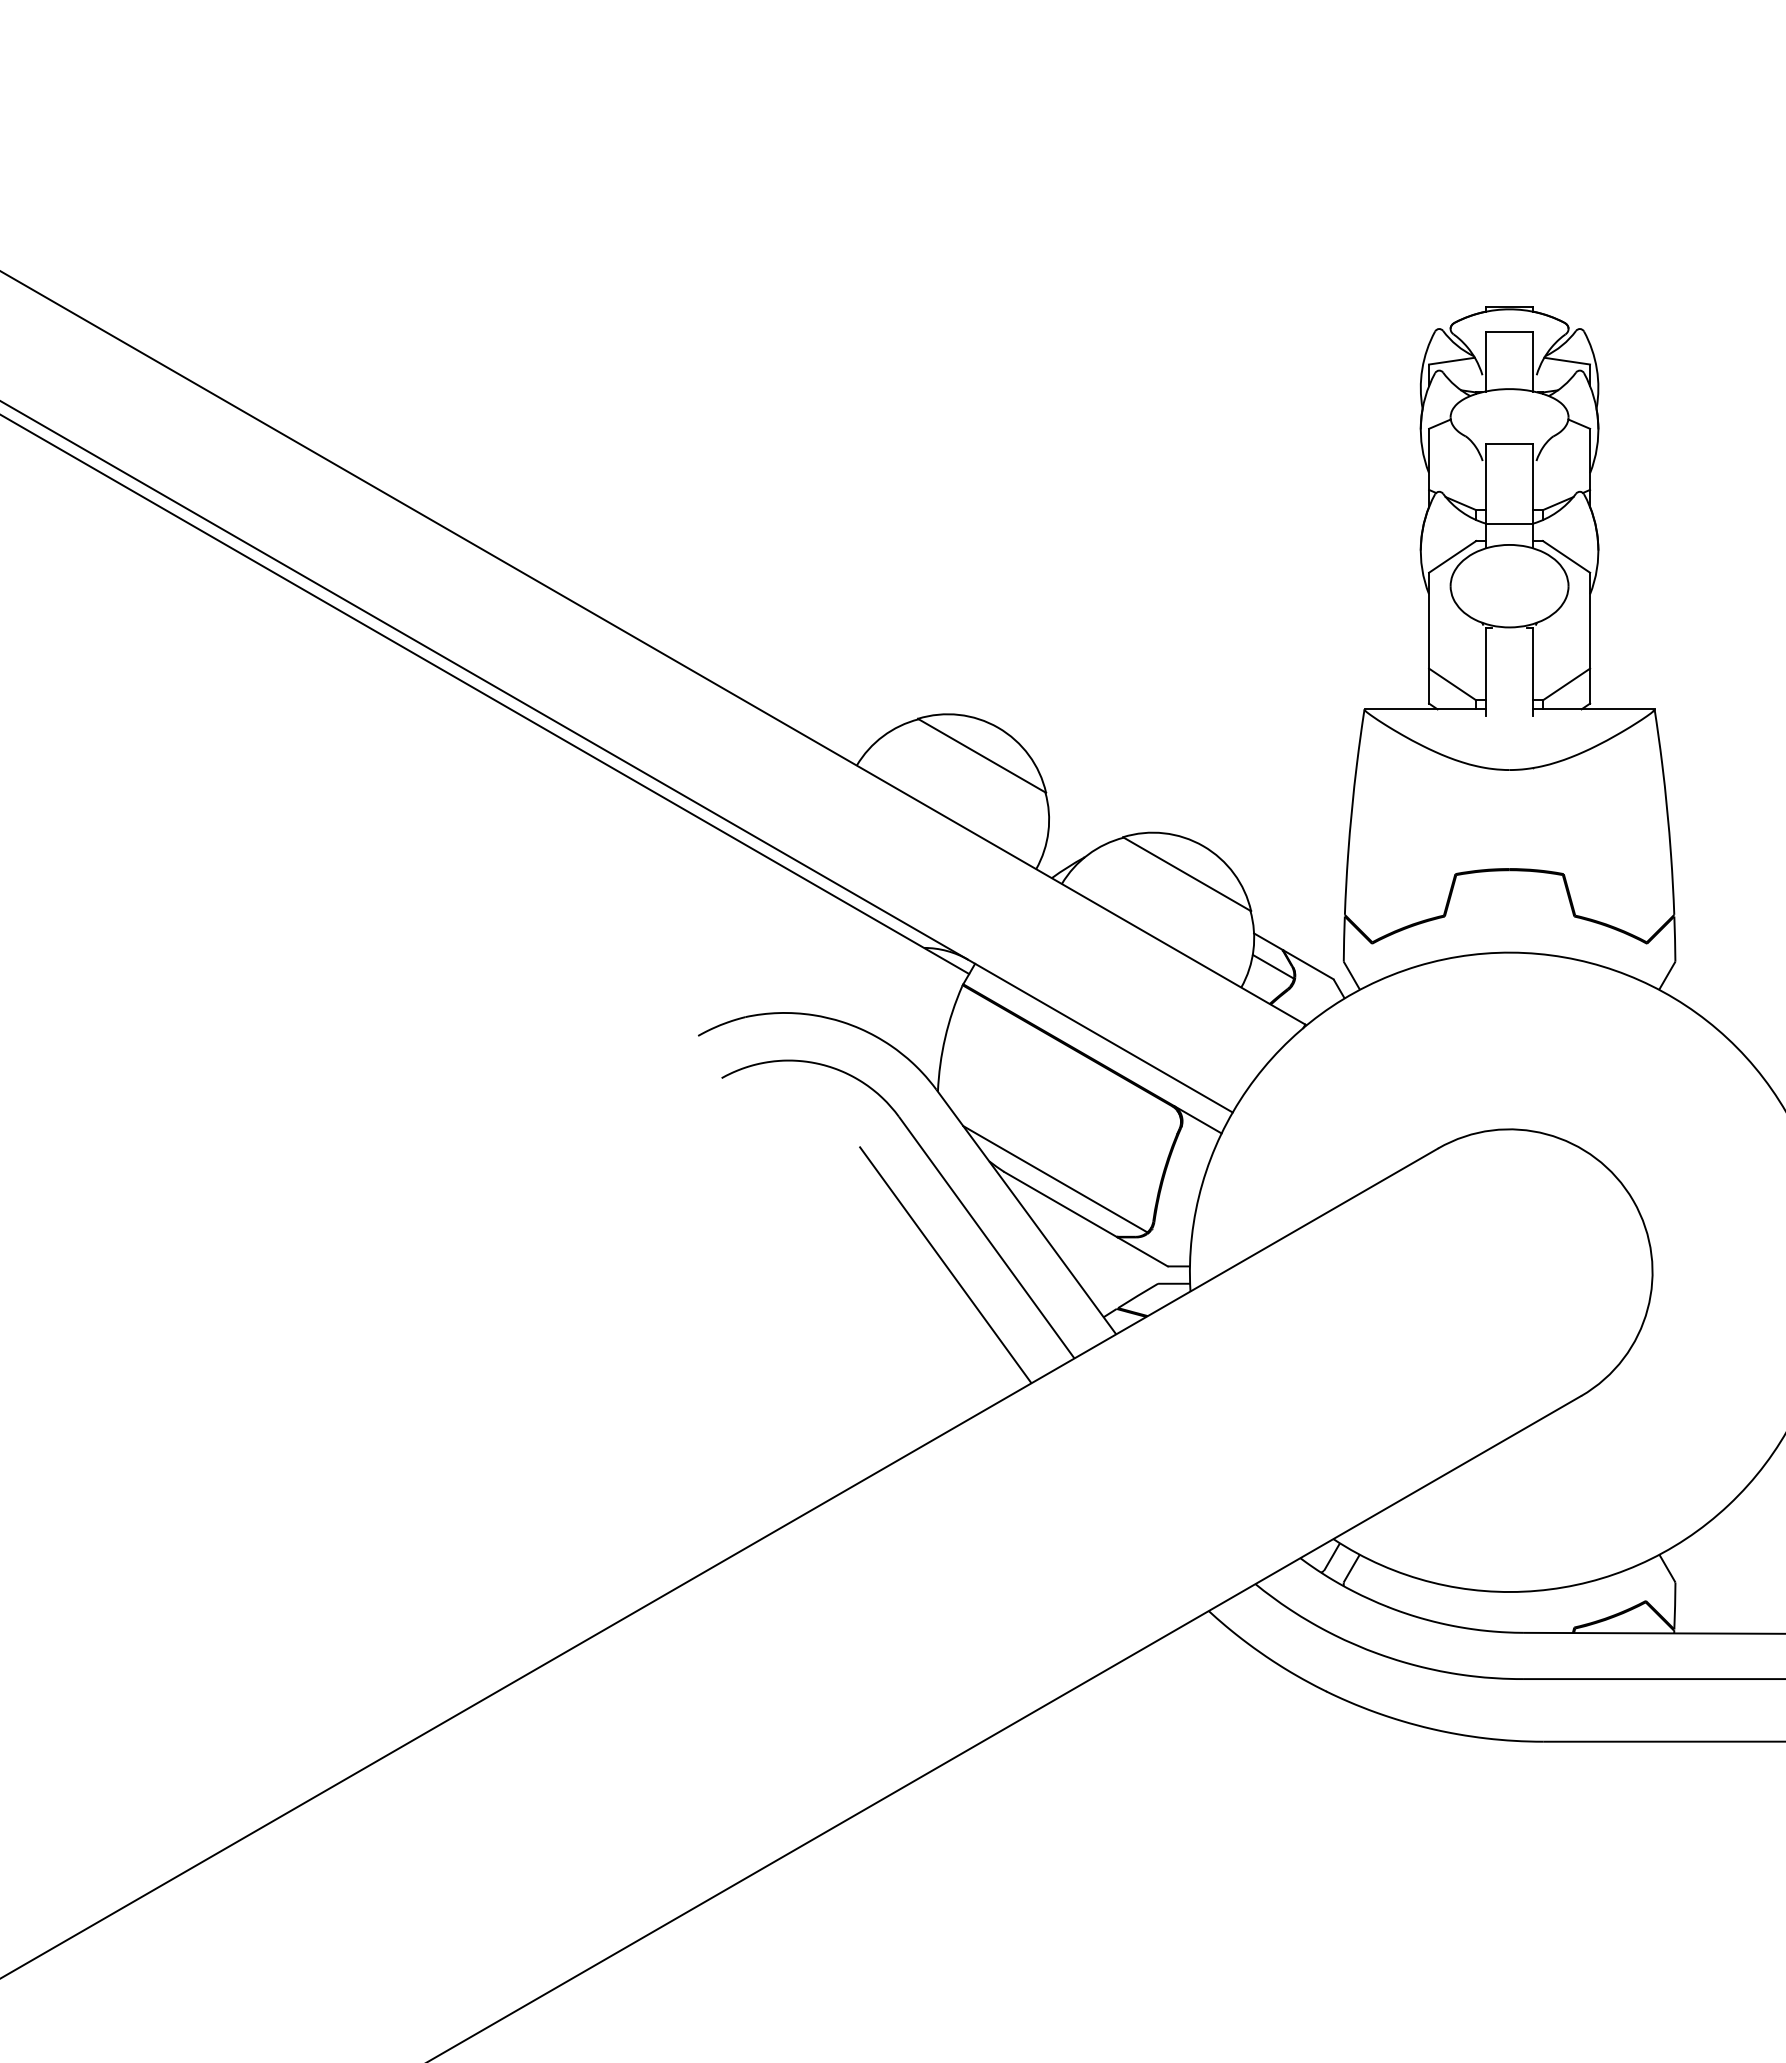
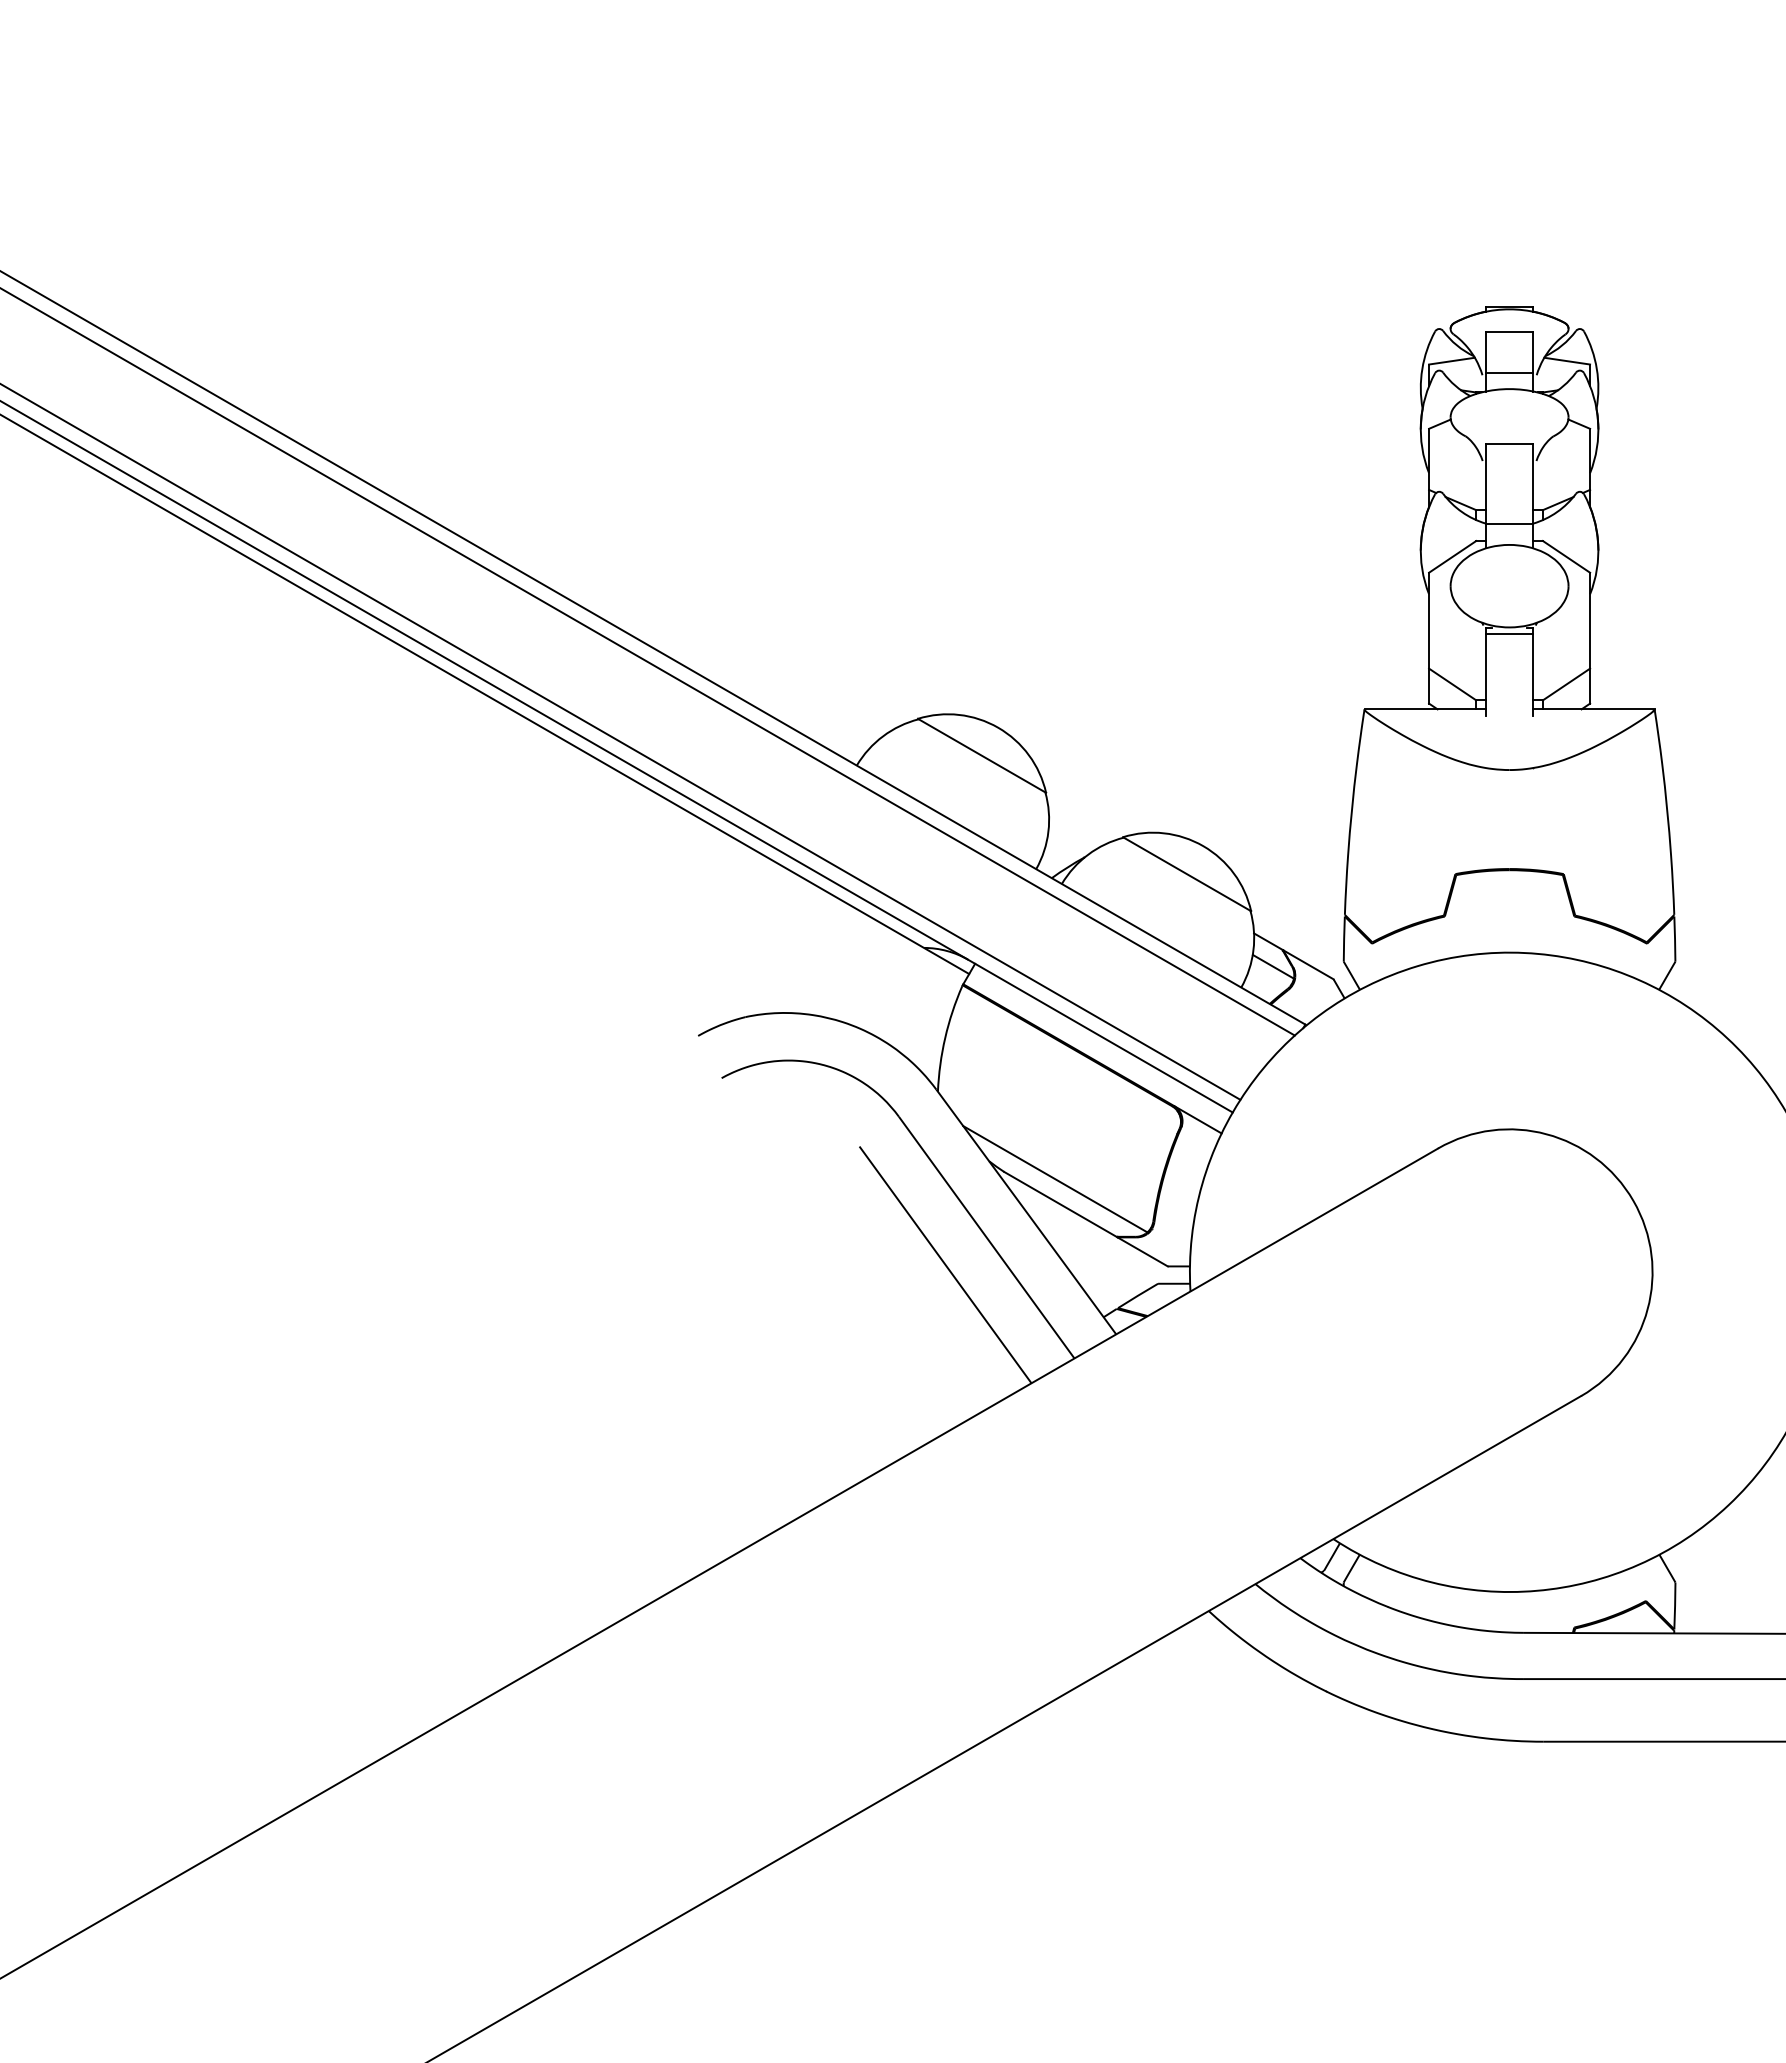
line at (1509, 373): none -> present
line at (1509, 633): none -> present
line at (648, 662): none -> present
line at (621, 742): none -> present
